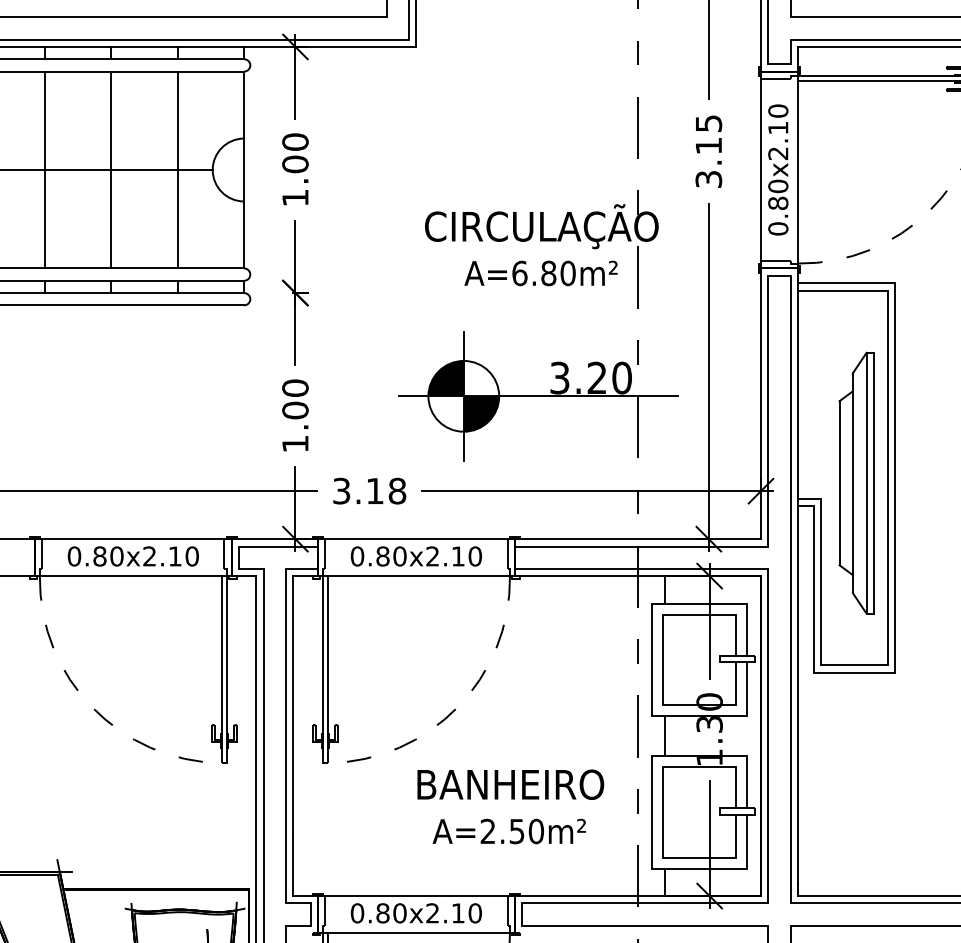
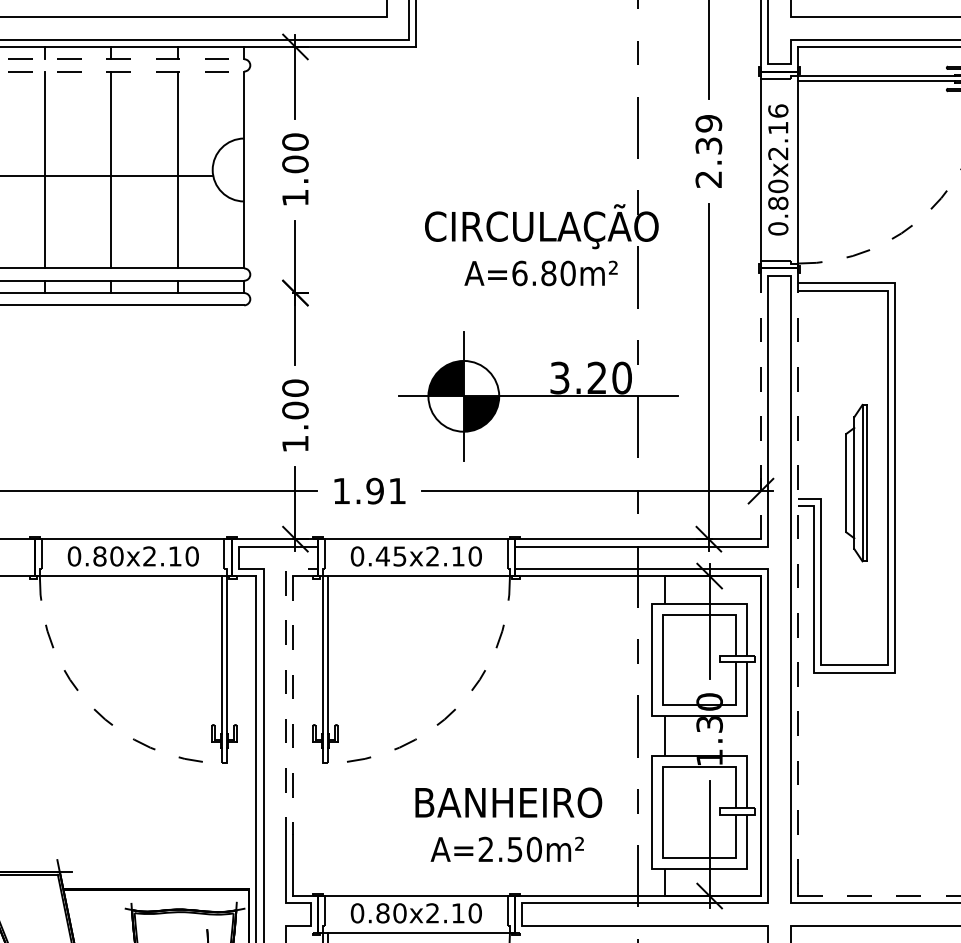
line at (122, 59): solid -> dashed
line at (122, 71): solid -> dashed
text at (778, 110): 0.80x2.10 -> 0.80x2.16
text at (708, 151): 3.15 -> 2.39
line at (107, 170) position: (107, 170) -> (107, 176)
line at (761, 403): solid -> dashed
part at (856, 482) size: 37x264 px -> 23x160 px
text at (369, 490): 3.18 -> 1.91
text at (390, 556): 0.80x2.10 -> 0.45x2.10
line at (797, 576): solid -> dashed
line at (286, 688): solid -> dashed
line at (293, 705): solid -> dashed
text at (510, 806) position: (510, 806) -> (508, 824)
line at (879, 896): solid -> dashed
